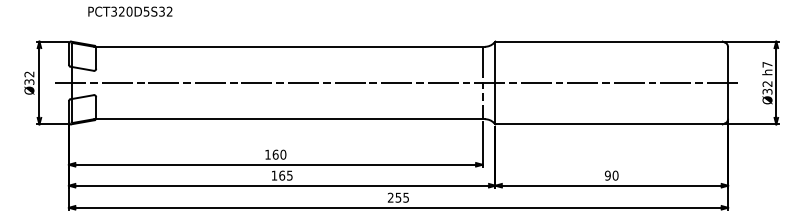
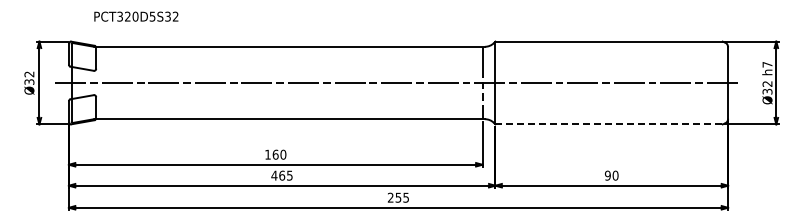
text at (130, 11) position: (130, 11) -> (136, 16)
line at (609, 124): solid -> dashed
text at (274, 175): 165 -> 465
